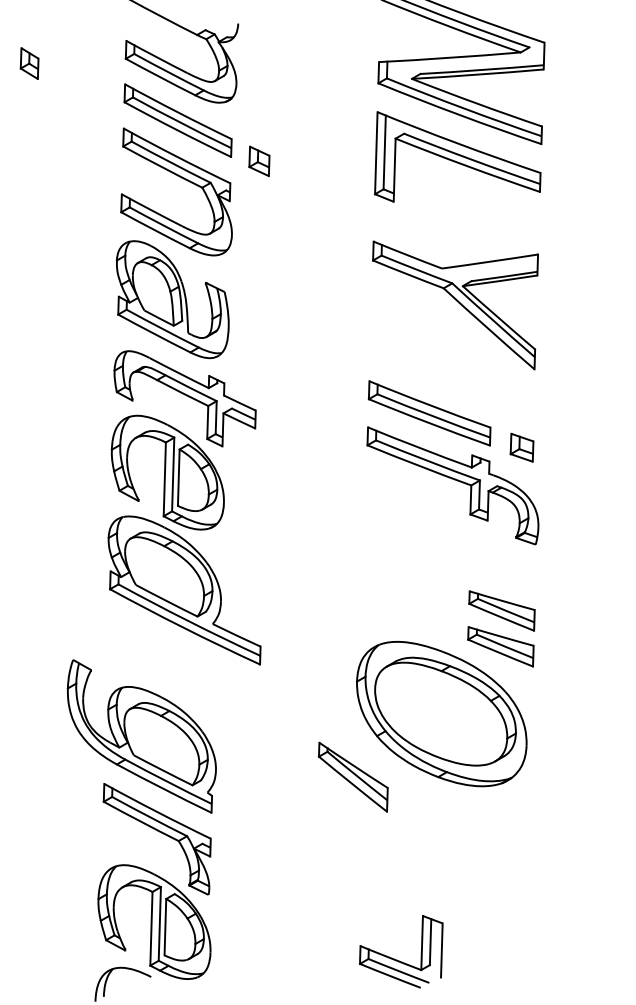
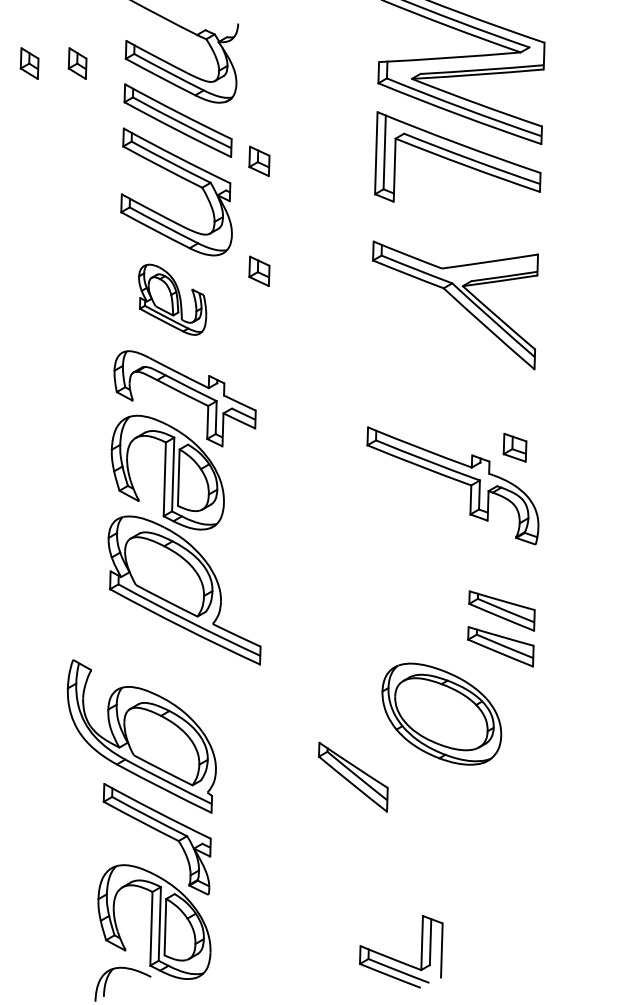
part at (77, 63): none -> present
part at (259, 270): none -> present
part at (172, 299) size: 115x120 px -> 70x73 px
part at (429, 413): present -> none
part at (521, 447) position: (521, 447) -> (514, 447)
part at (441, 714) size: 172x147 px -> 122x104 px
